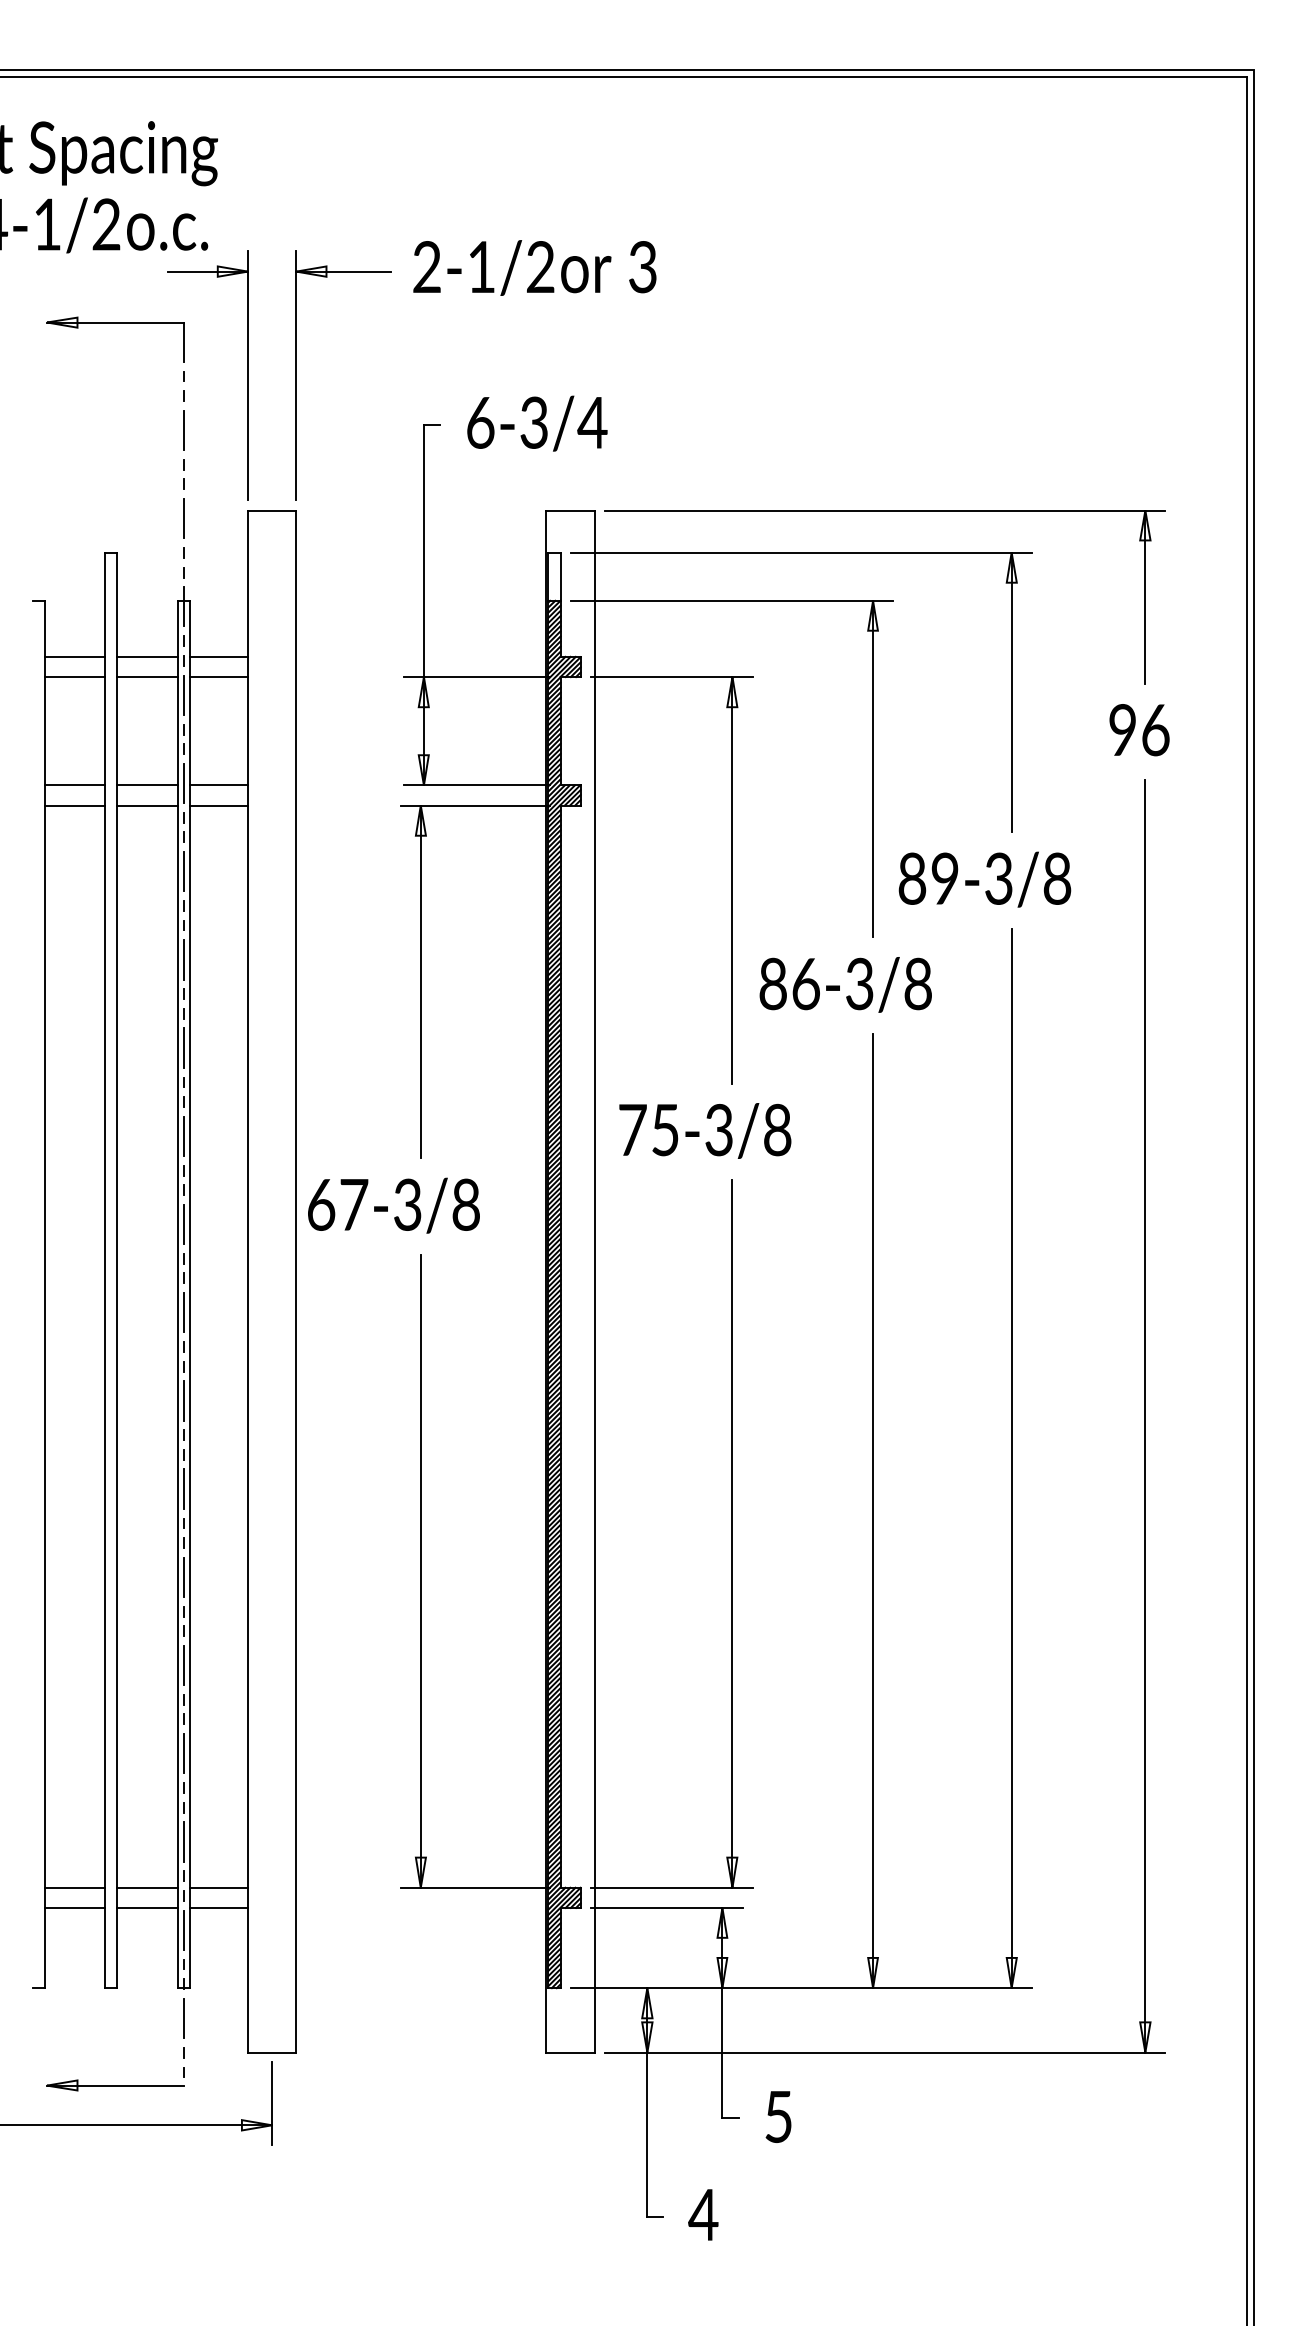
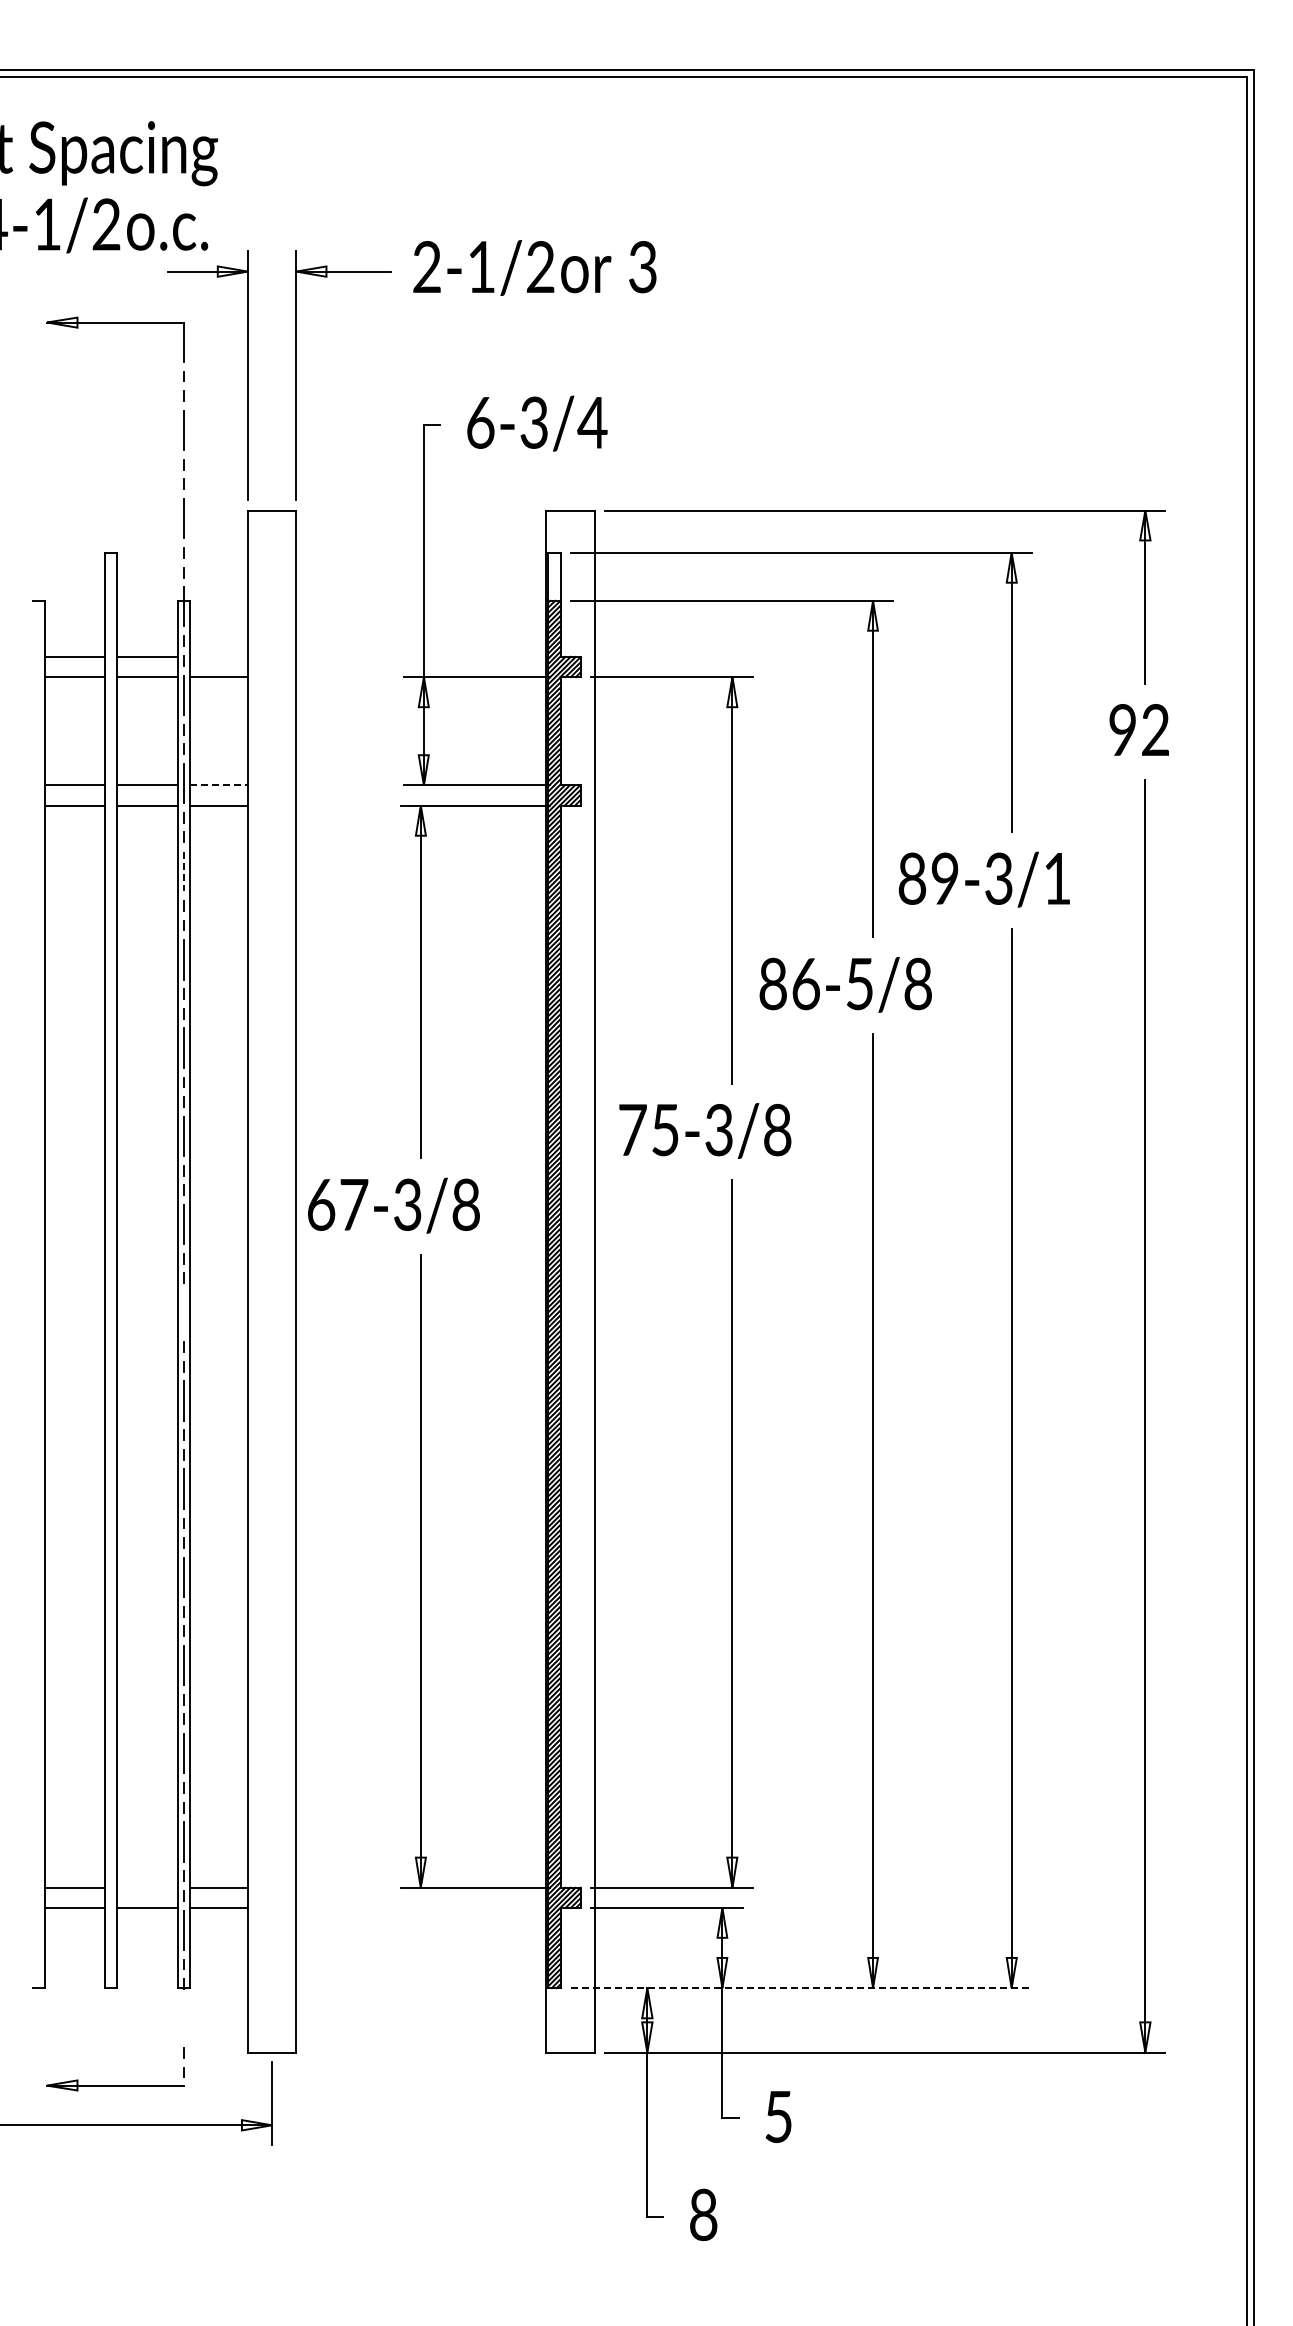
line at (218, 656): present -> none
text at (1155, 730): 96 -> 92
line at (219, 785): solid -> dashed
line at (183, 871): solid -> dashed
text at (1057, 878): 89-3/8 -> 89-3/1
text at (859, 983): 86-3/8 -> 86-5/8
line at (183, 1312): present -> none
line at (147, 1887): present -> none
line at (801, 1988): solid -> dashed
line at (183, 2017): present -> none
text at (703, 2214): 4 -> 8
